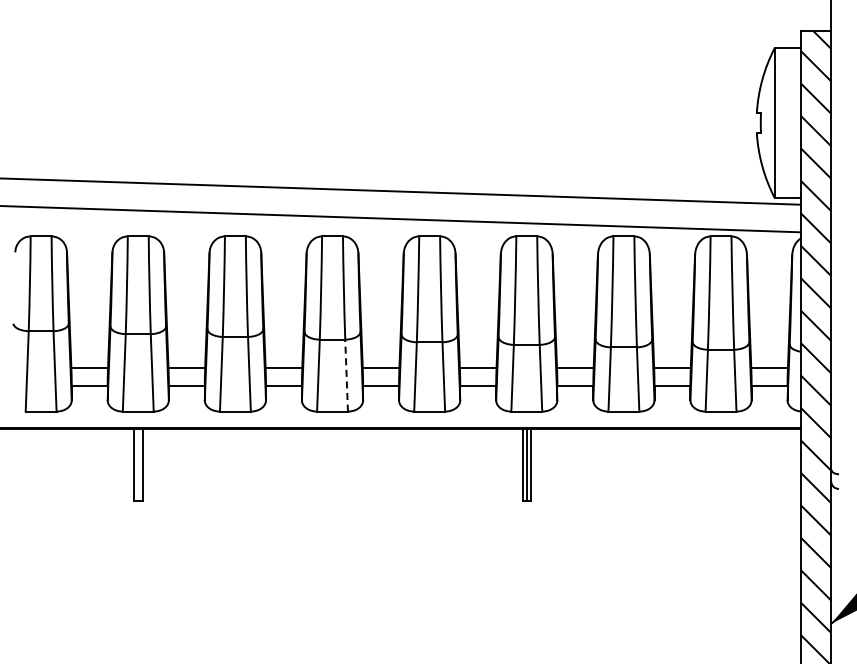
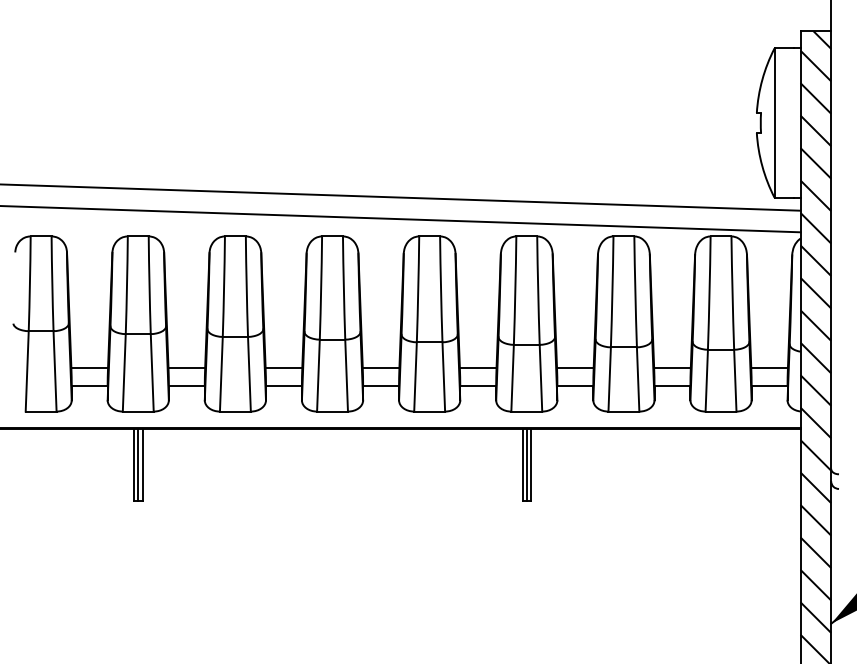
line at (401, 191) position: (401, 191) -> (401, 197)
line at (346, 375): dashed -> solid
line at (138, 464): none -> present
